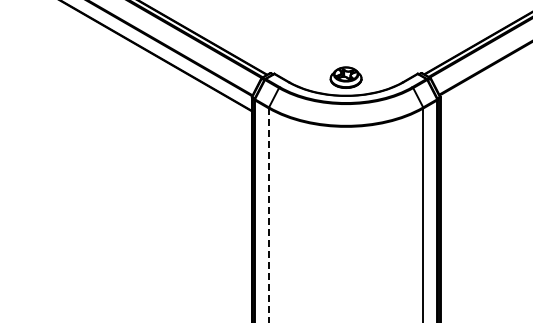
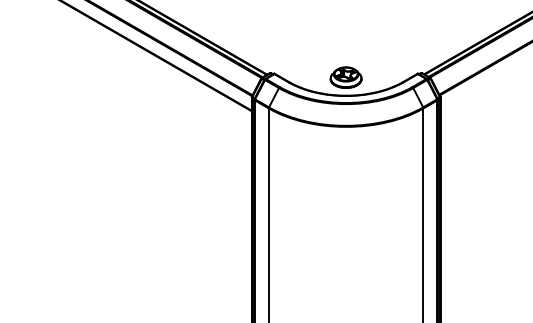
line at (268, 215): dashed -> solid
